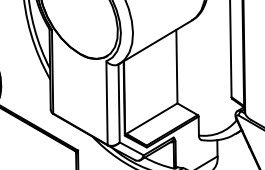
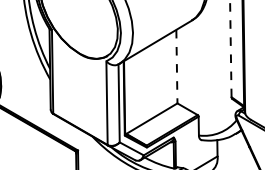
line at (230, 48): solid -> dashed
line at (176, 66): solid -> dashed
